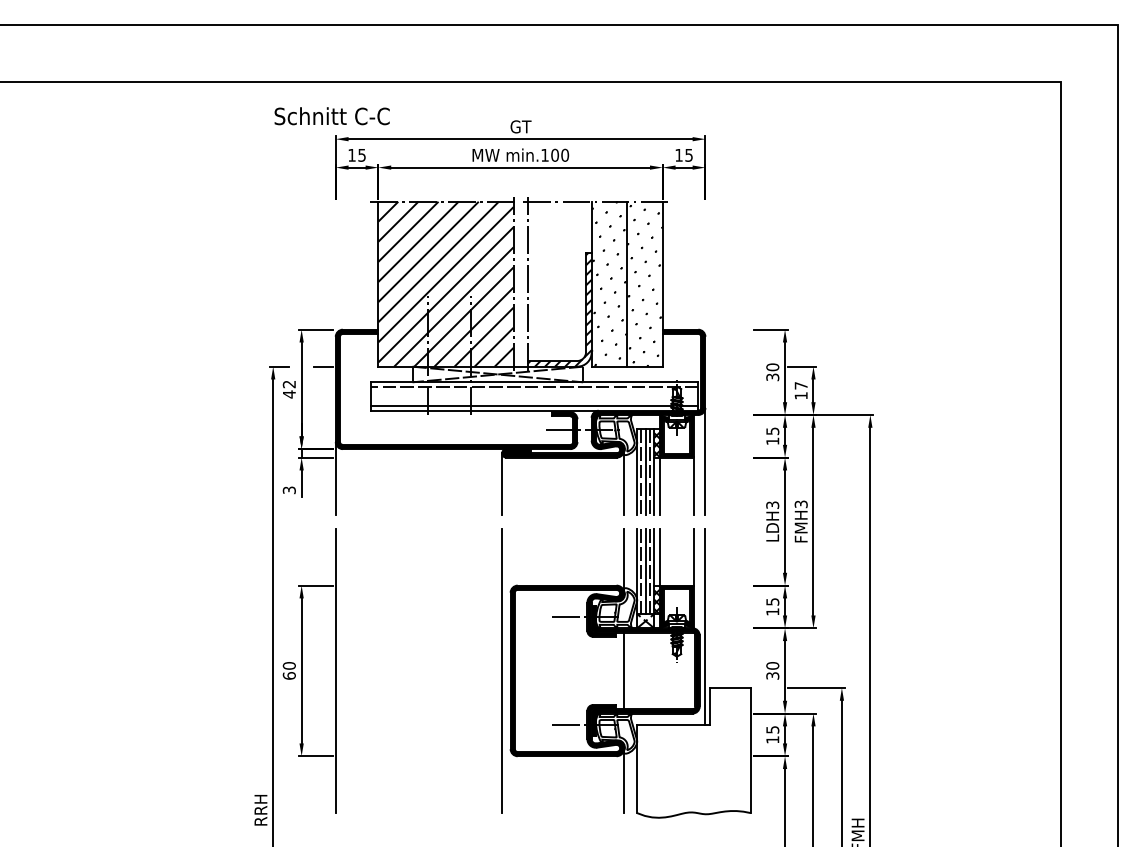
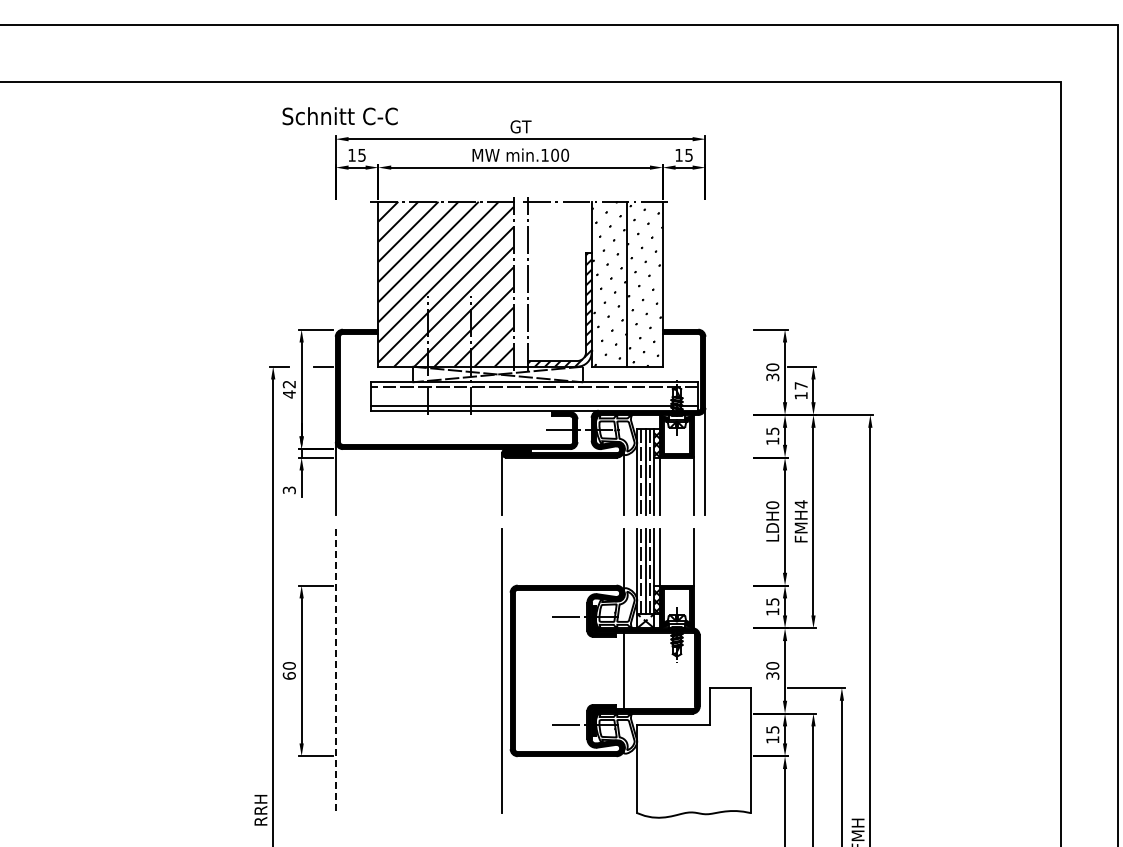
text at (331, 116) position: (331, 116) -> (339, 116)
text at (800, 504): FMH3 -> FMH4
text at (772, 505): LDH3 -> LDH0
line at (705, 626): present -> none
line at (335, 671): solid -> dashed
line at (624, 780): present -> none
